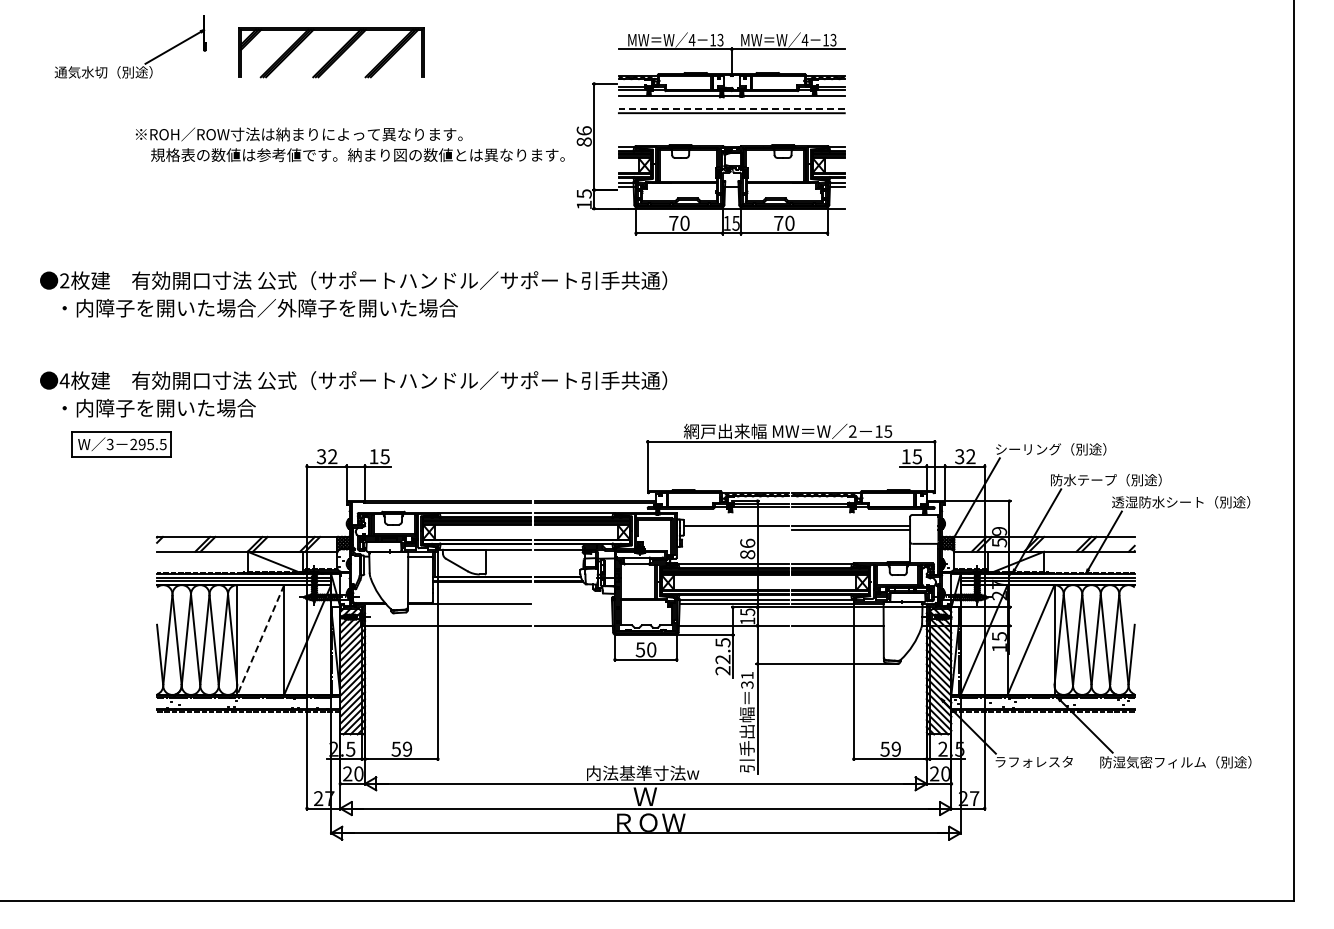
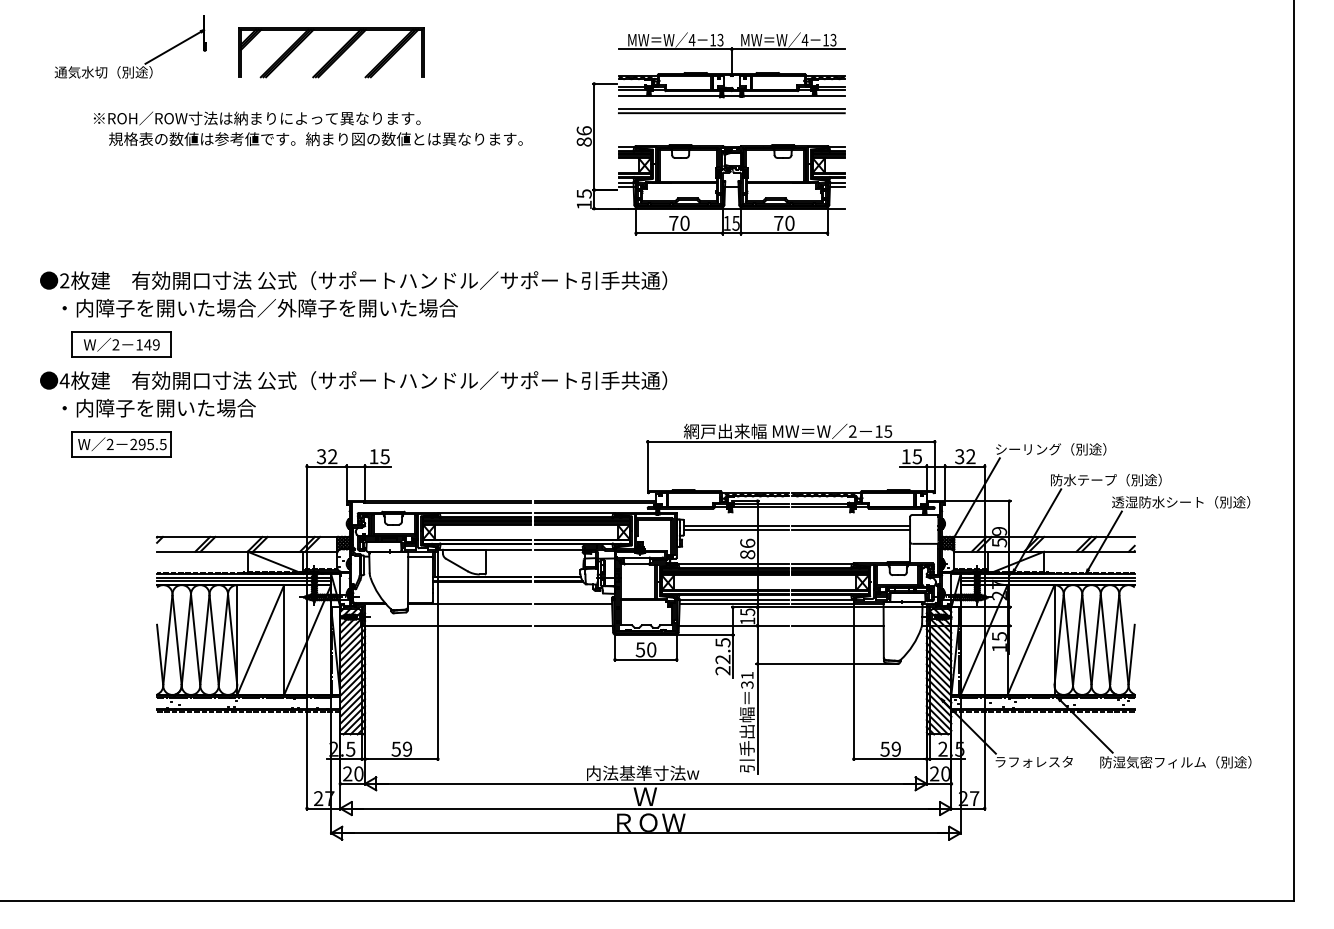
line at (731, 108): dashed -> solid
text at (349, 144) position: (349, 144) -> (307, 128)
part at (121, 344): none -> present
text at (109, 444): 3 -> 2
line at (735, 530): none -> present
line at (573, 604): none -> present
line at (260, 640): dashed -> solid
